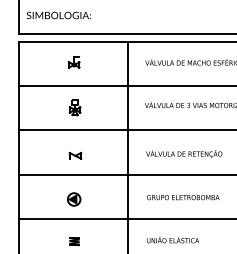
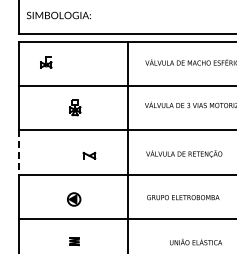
part at (74, 62) position: (74, 62) -> (46, 62)
line at (18, 152): solid -> dashed
part at (75, 155) position: (75, 155) -> (89, 155)
text at (172, 239) position: (172, 239) -> (195, 241)
